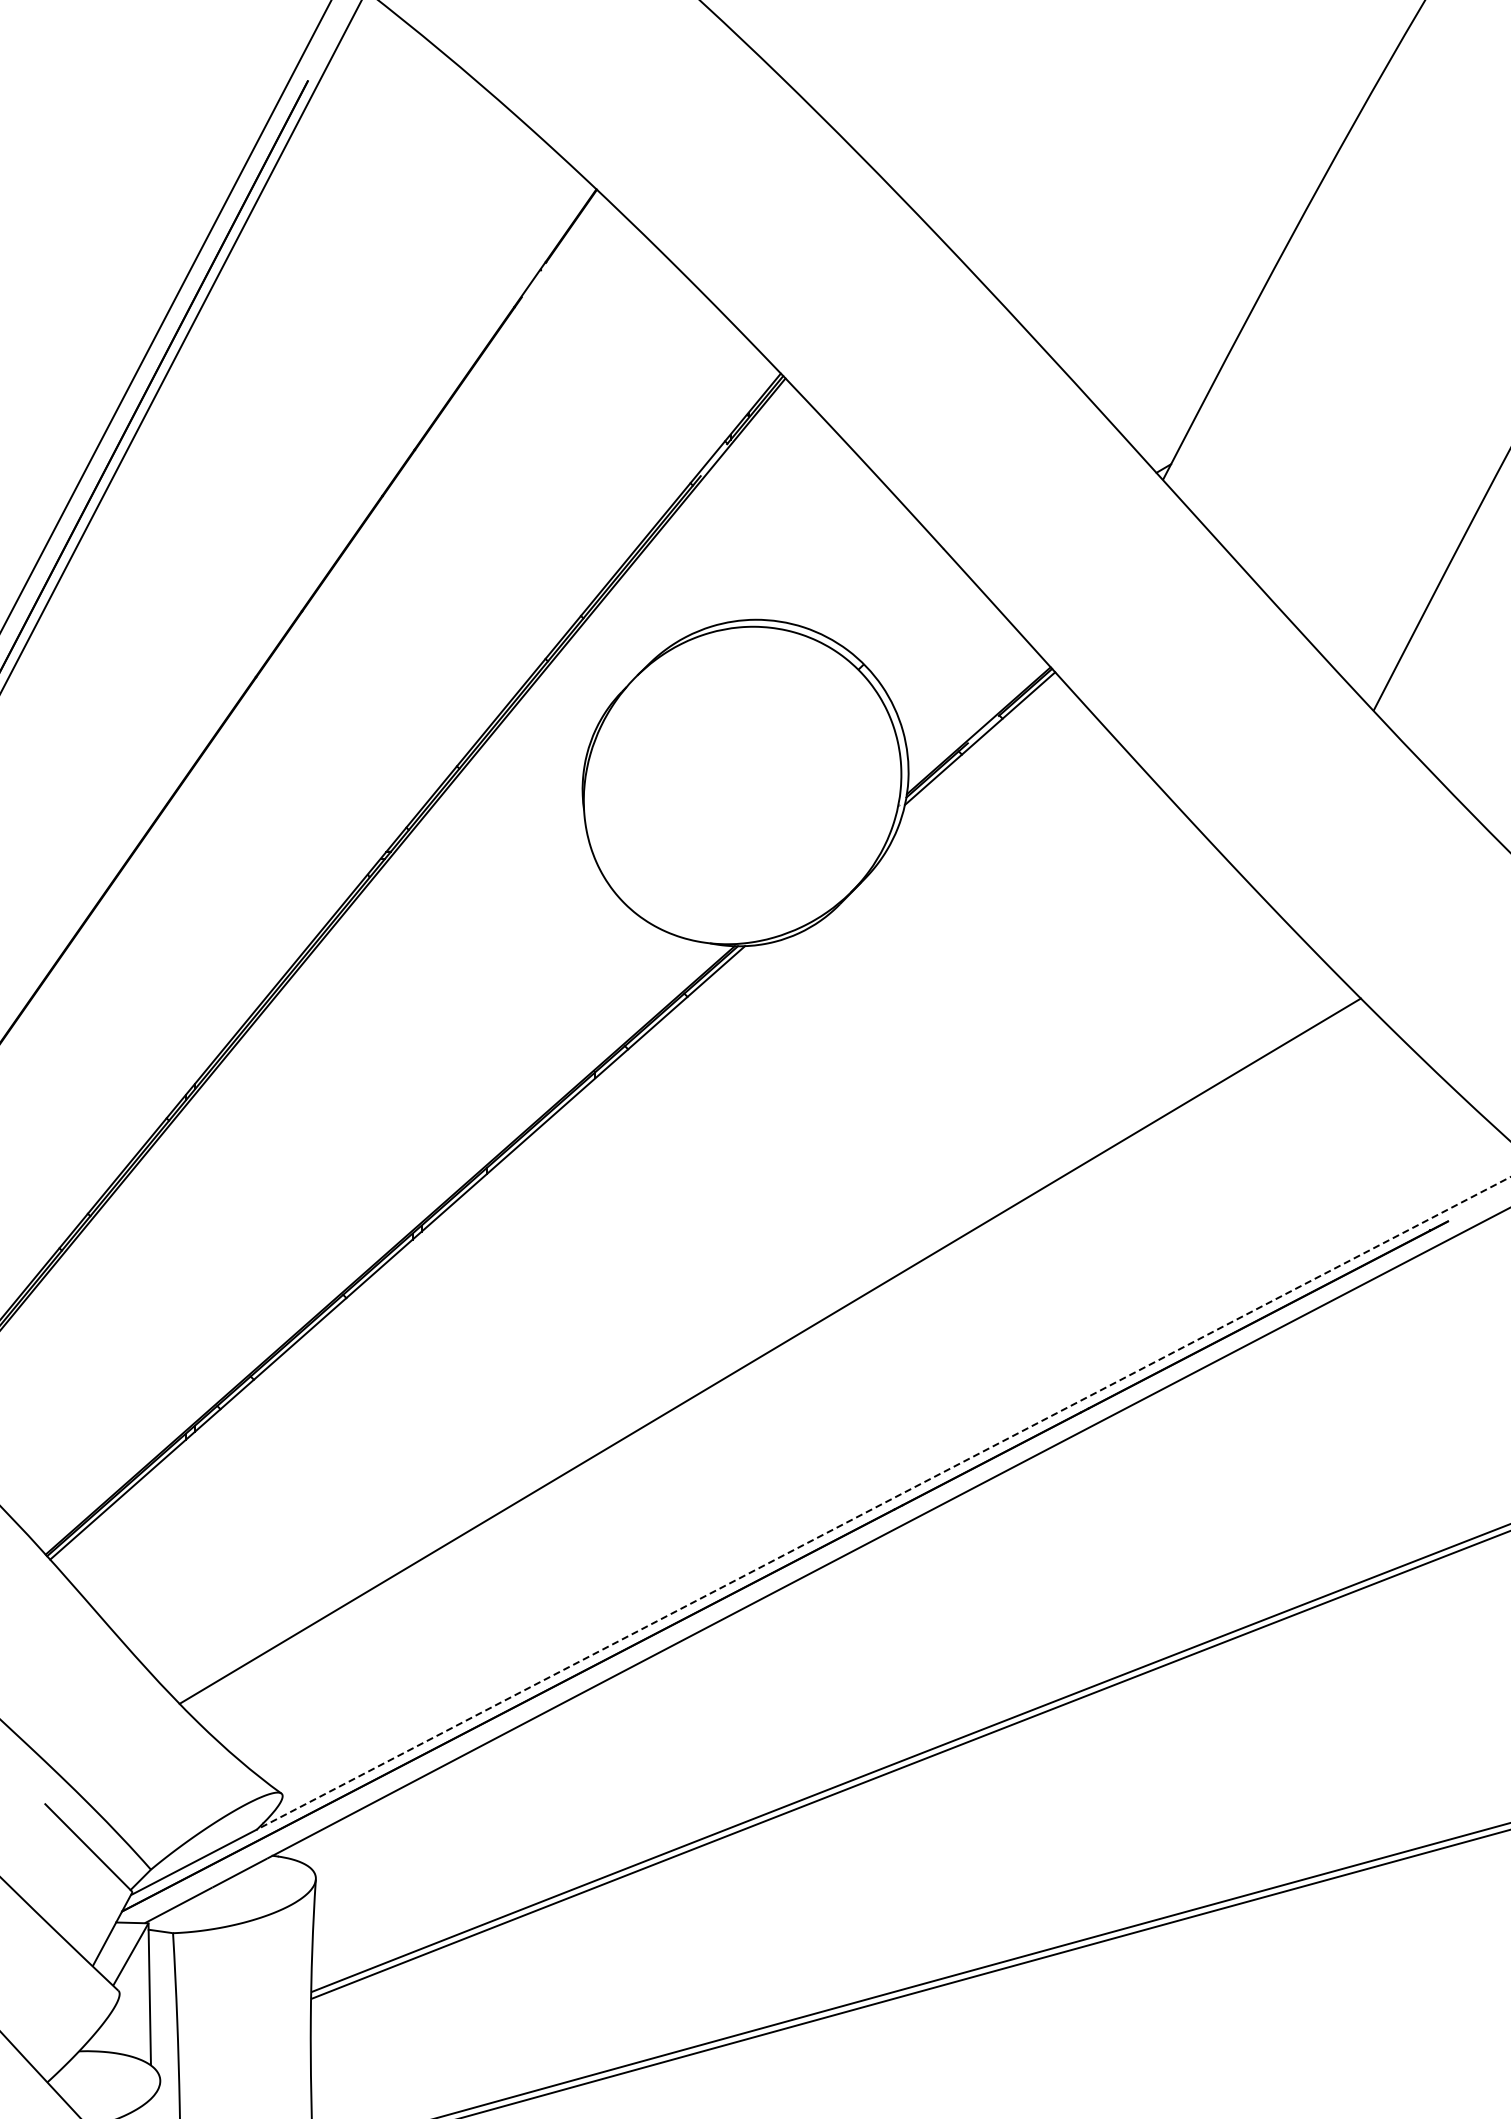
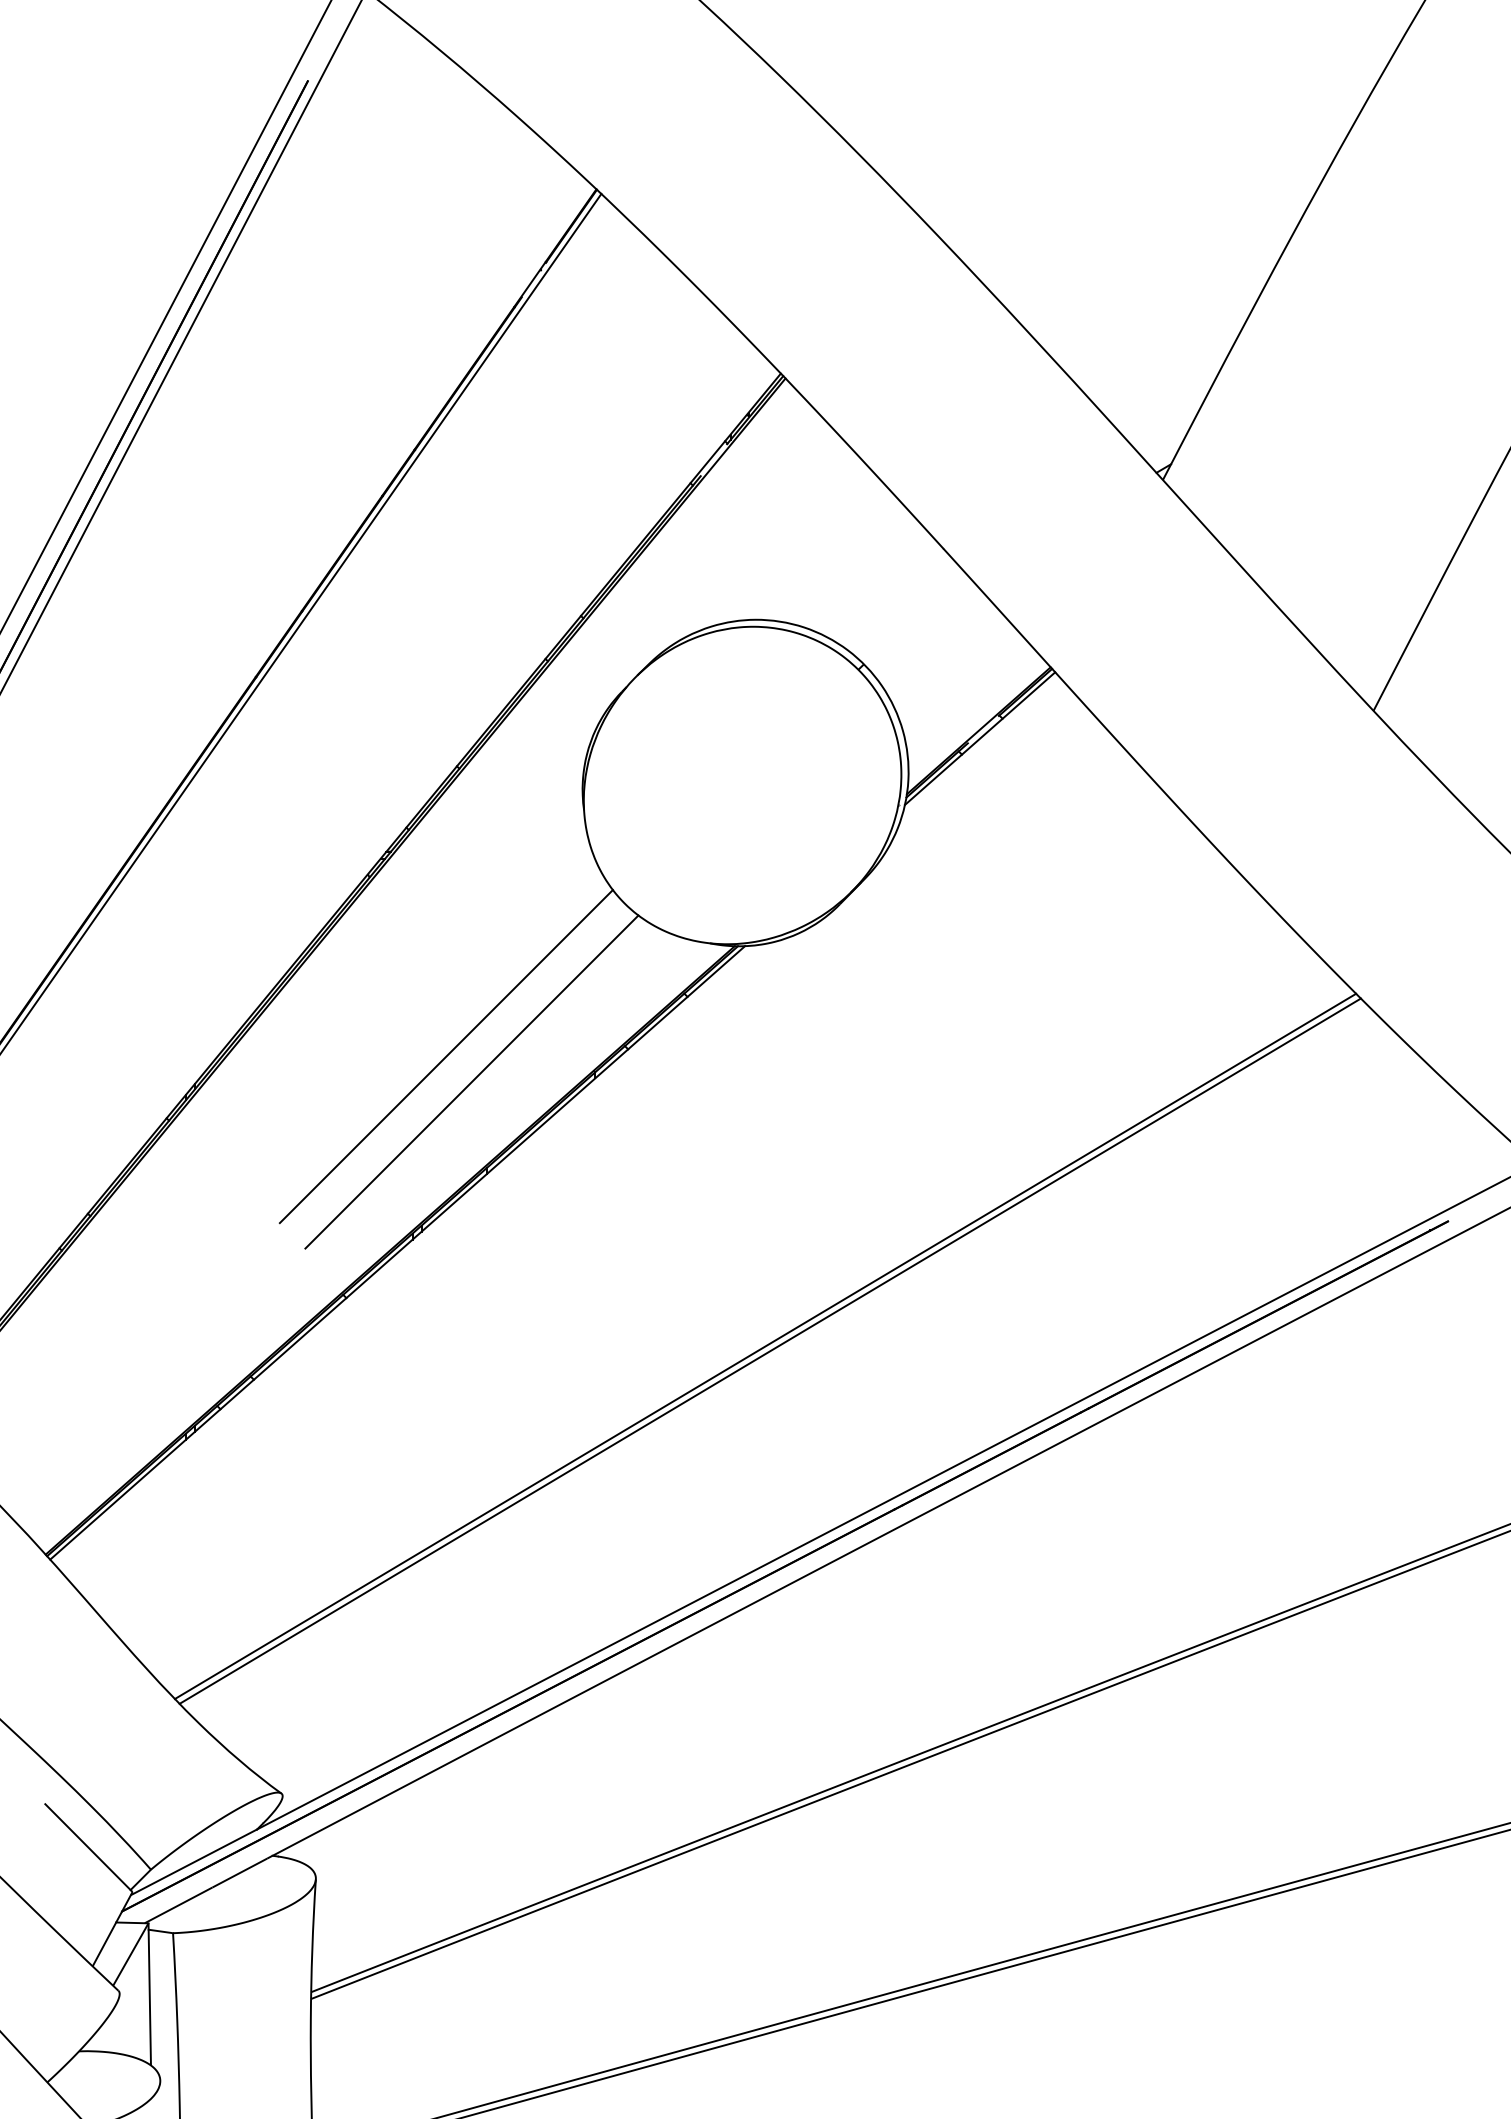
line at (301, 622): none -> present
line at (445, 1056): none -> present
line at (471, 1081): none -> present
line at (765, 1346): none -> present
line at (883, 1503): dashed -> solid
